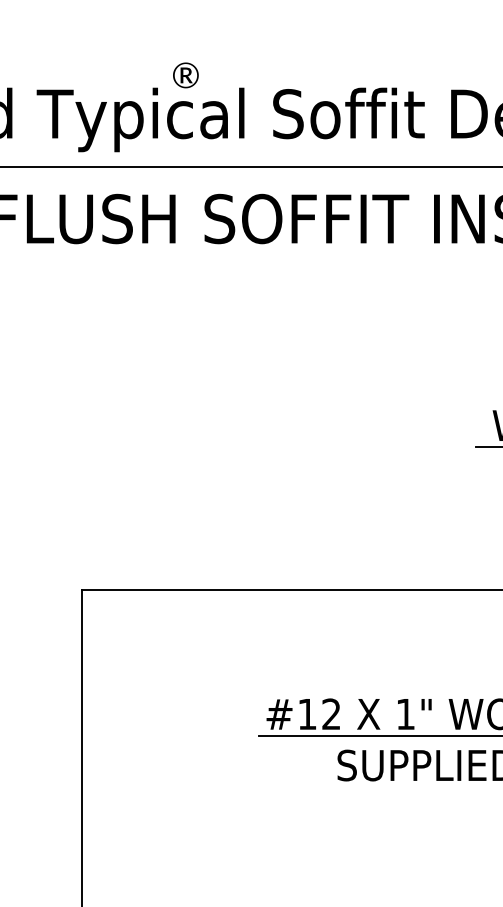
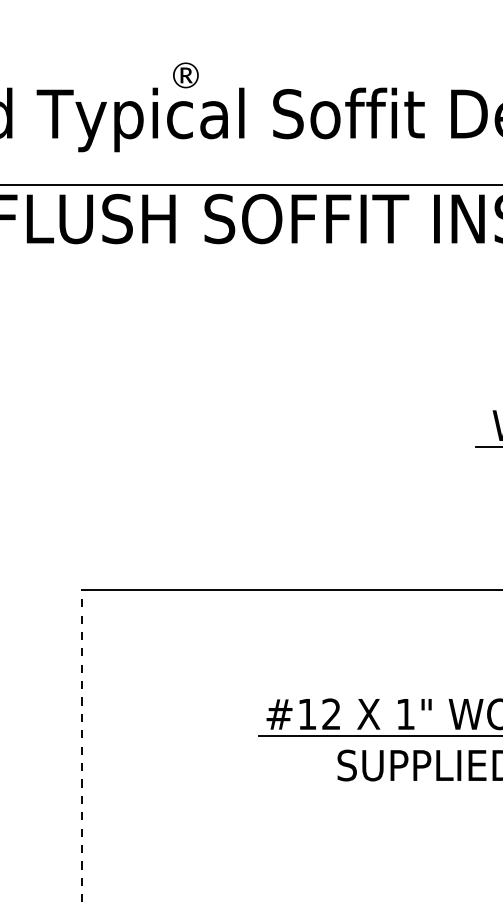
line at (250, 166) position: (250, 166) -> (250, 184)
line at (82, 747): solid -> dashed
